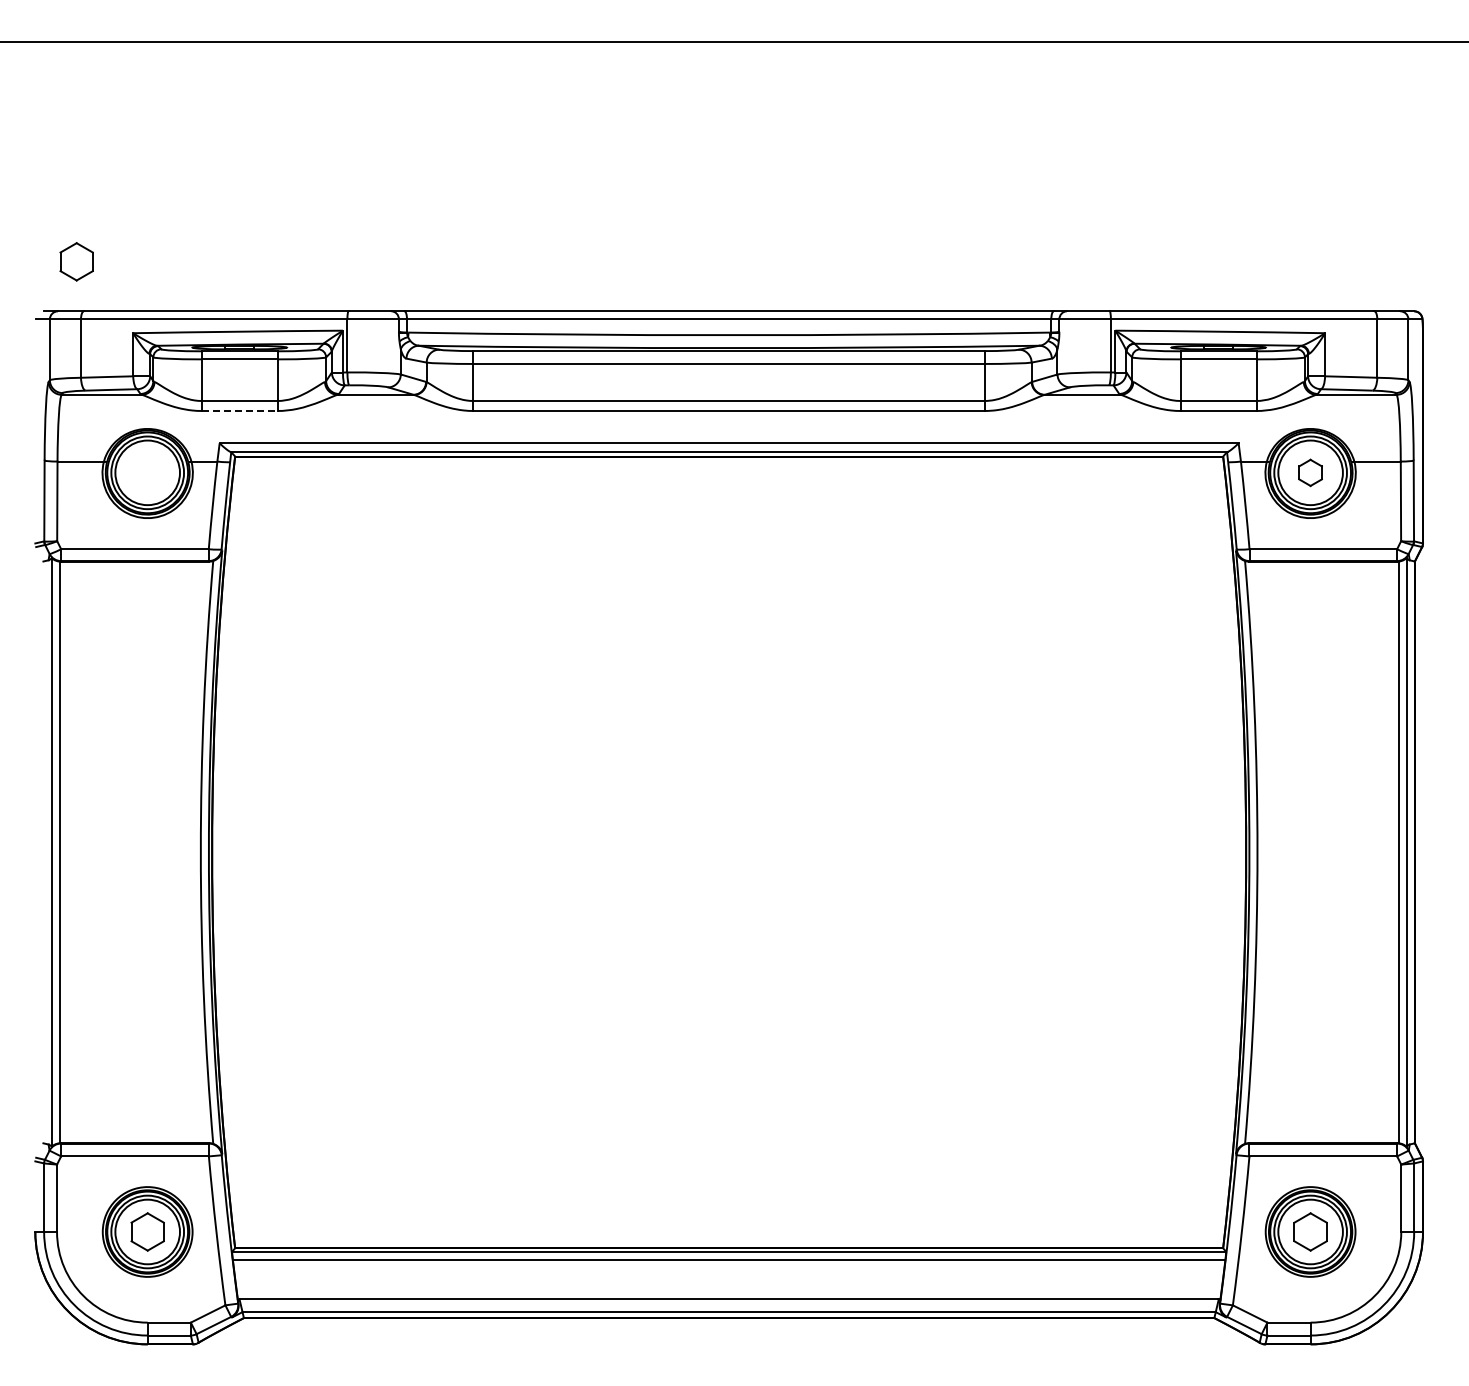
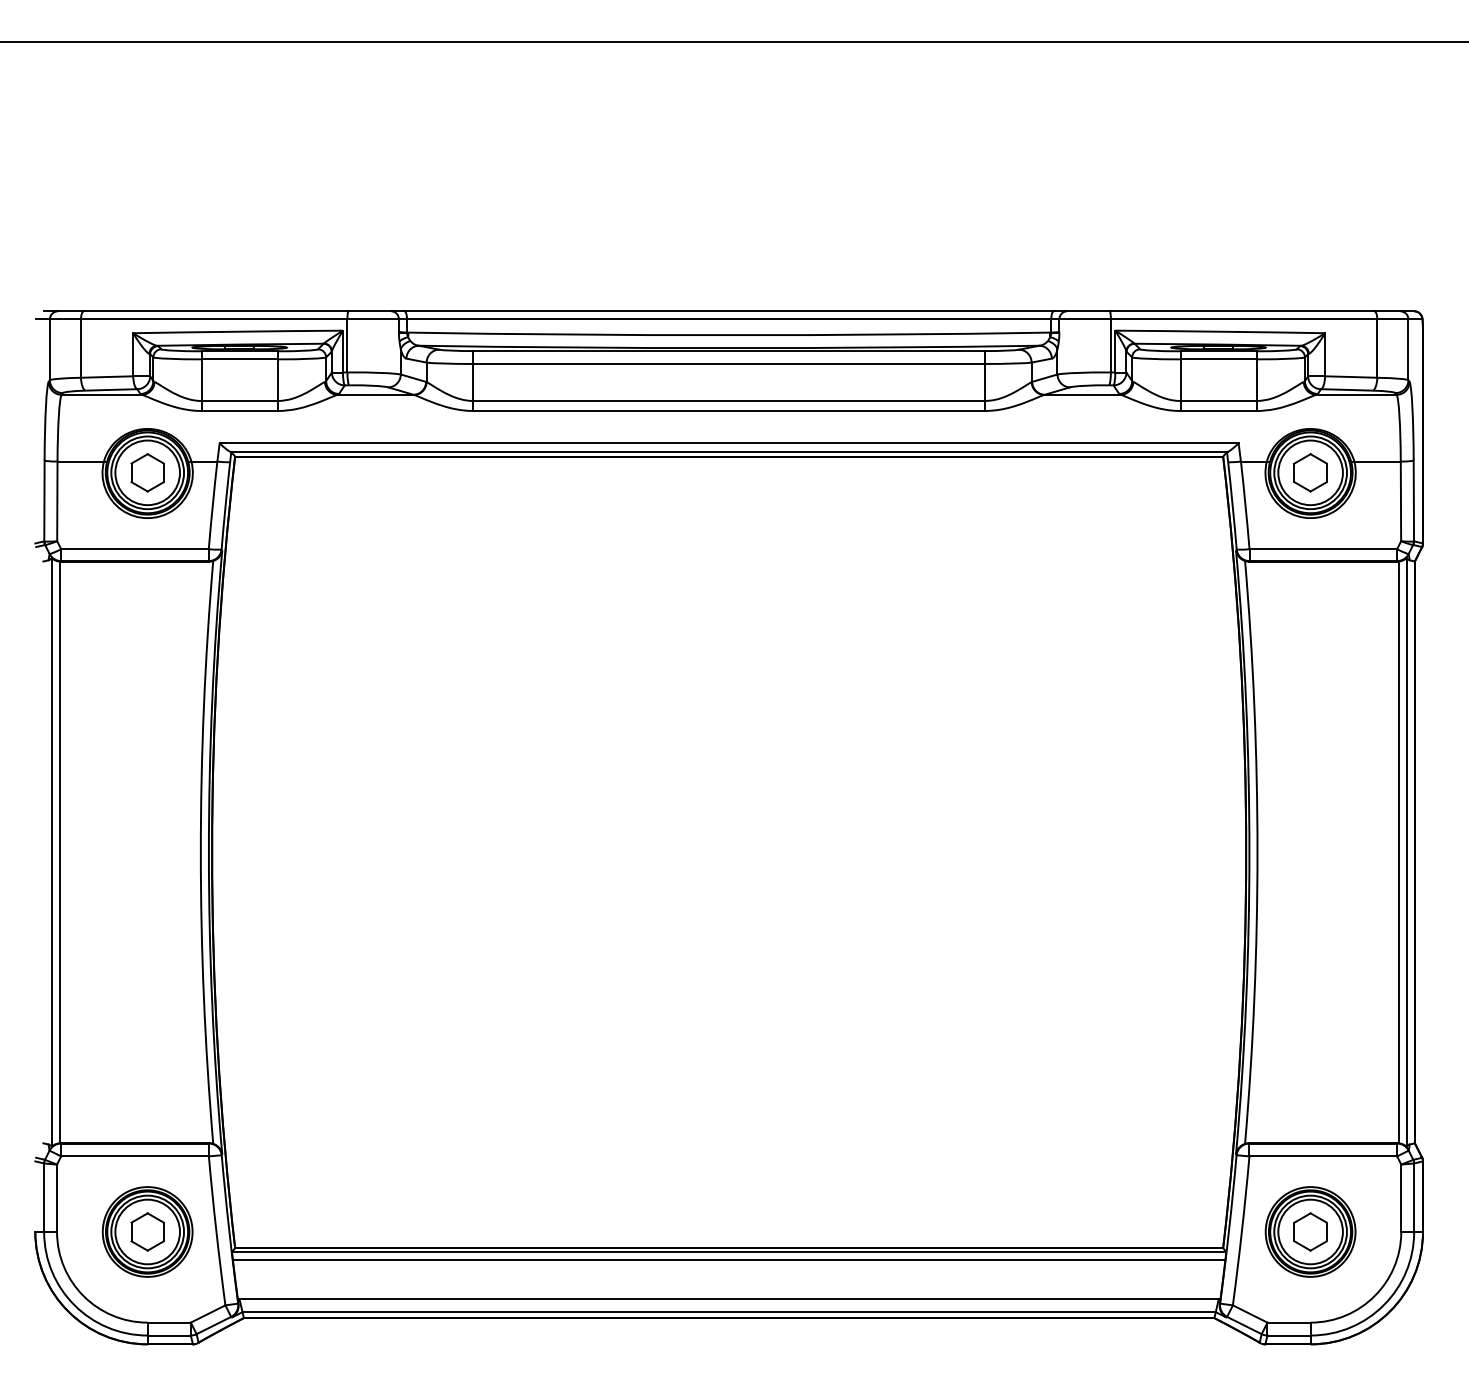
part at (76, 261) position: (76, 261) -> (147, 472)
line at (240, 410): dashed -> solid
part at (1310, 472) size: 25x30 px -> 35x40 px
